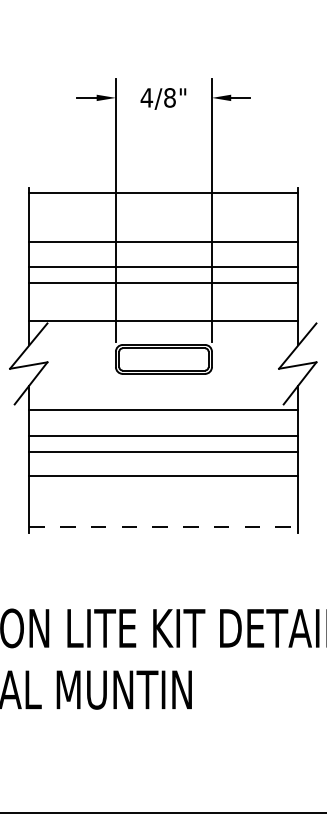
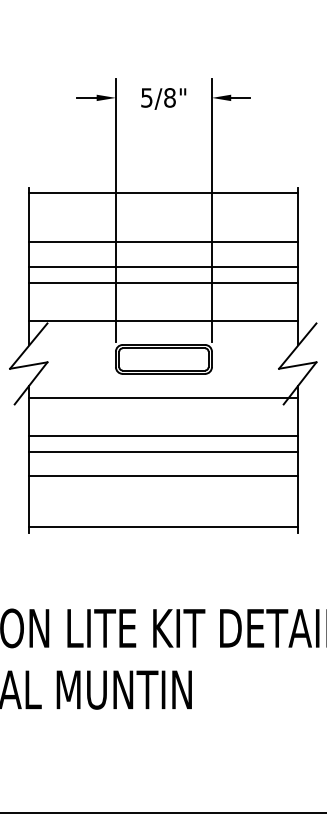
text at (146, 97): 4/8" -> 5/8"
line at (163, 409) position: (163, 409) -> (163, 397)
line at (164, 526): dashed -> solid
